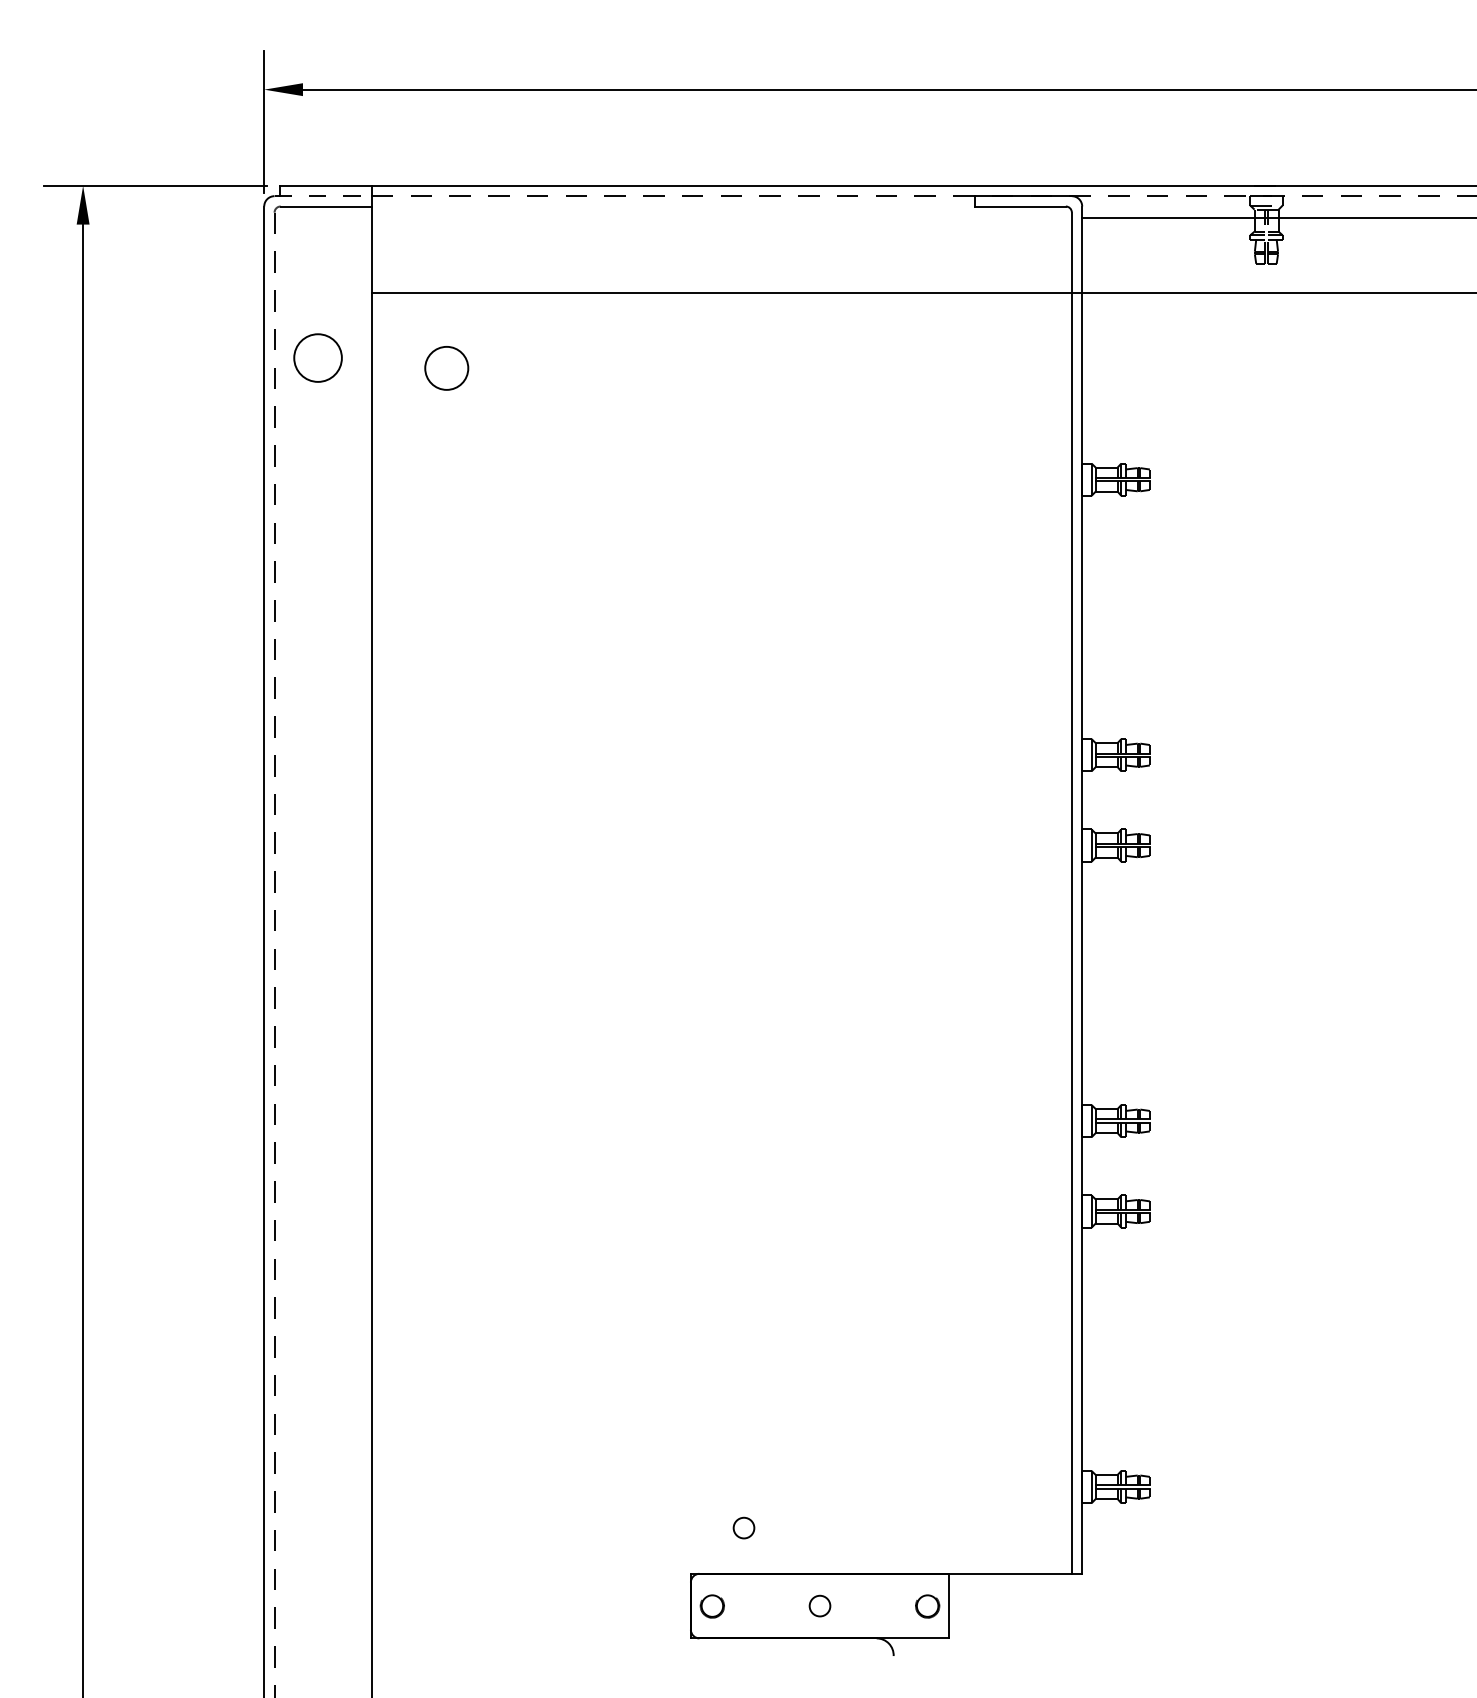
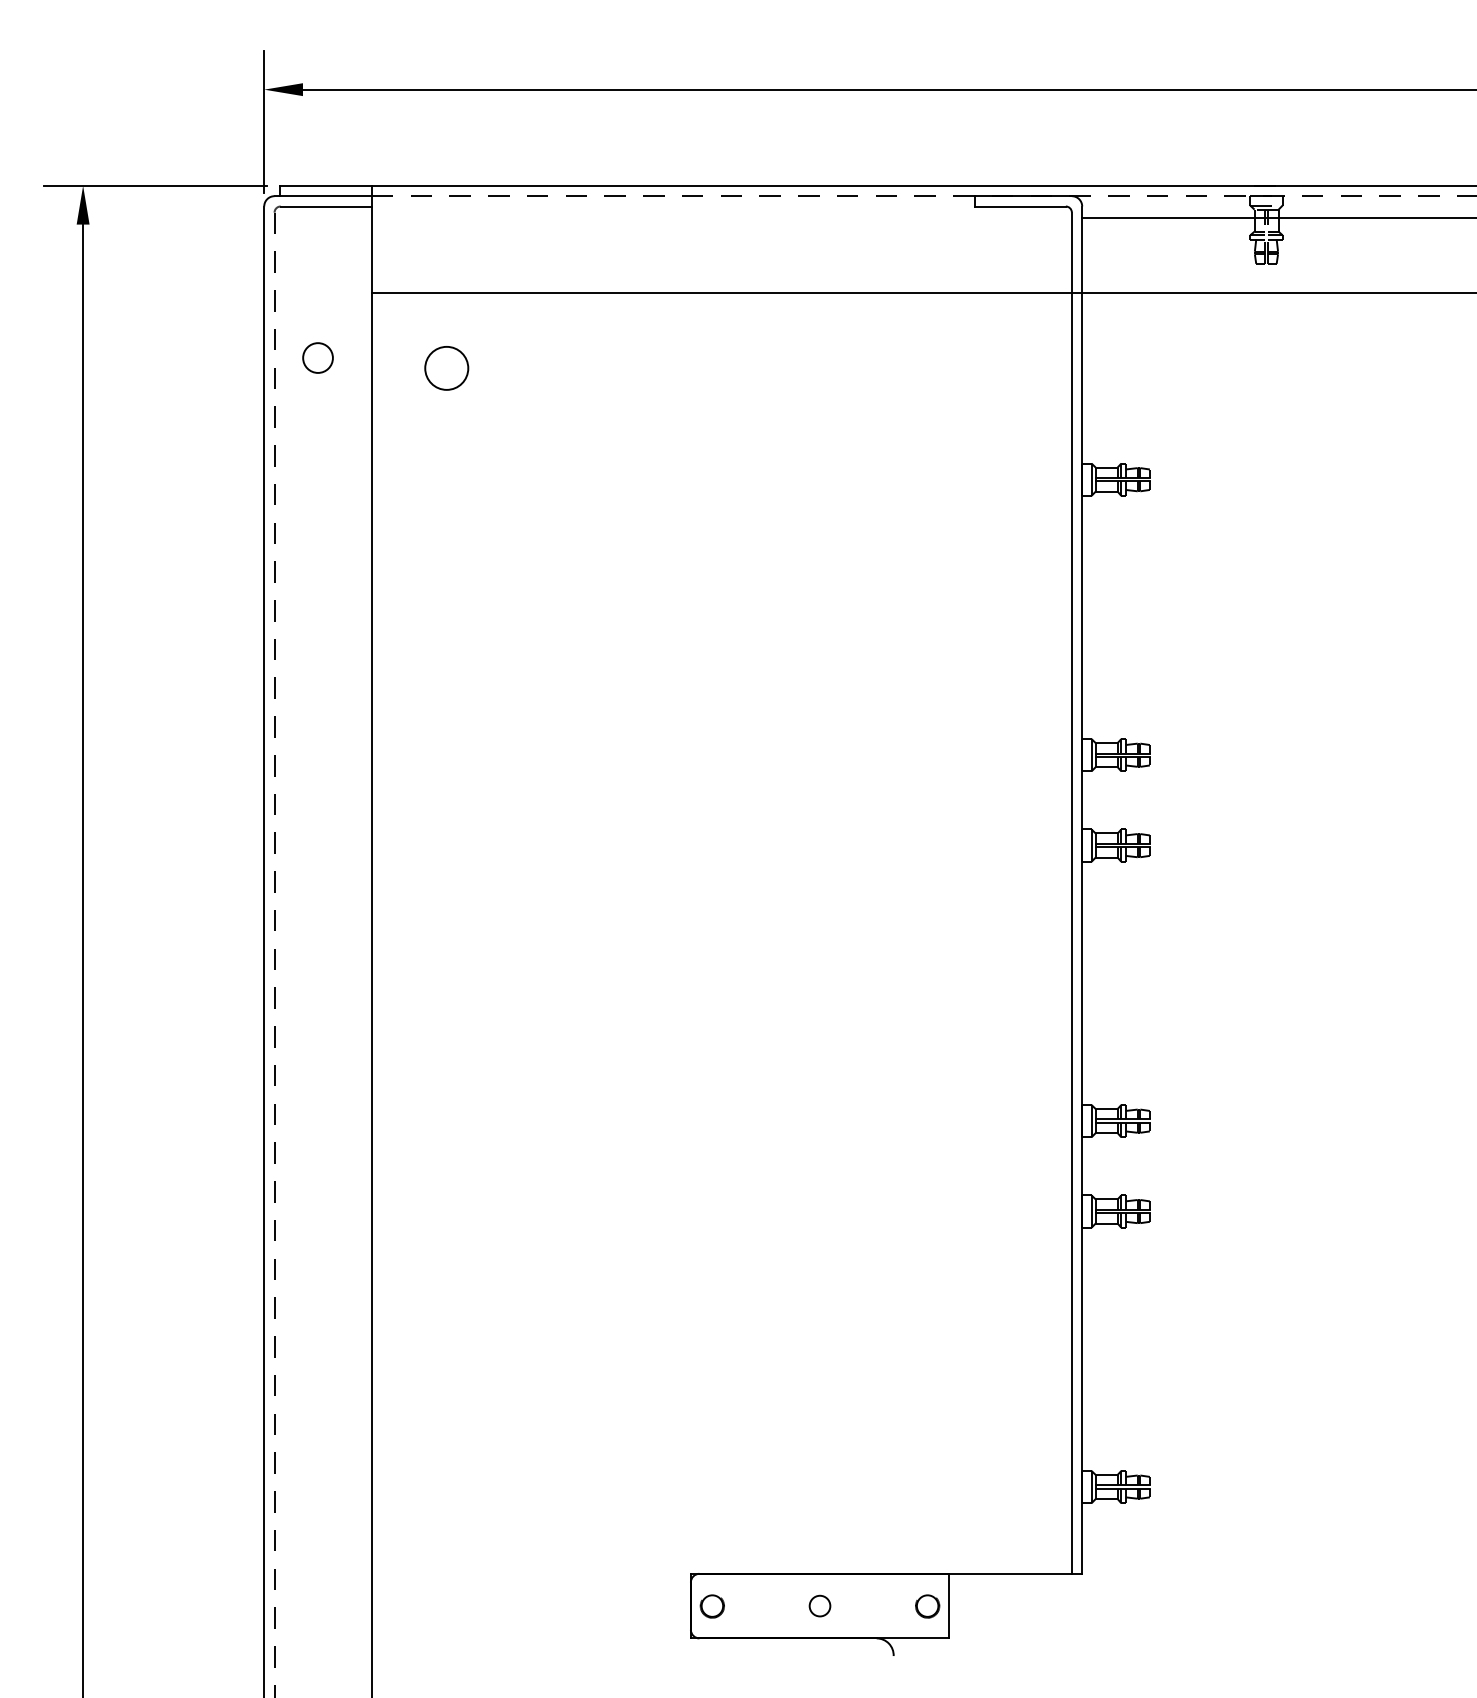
line at (323, 196): dashed -> solid
circle at (317, 357) size: 50x50 px -> 32x32 px
circle at (743, 1527): present -> none
